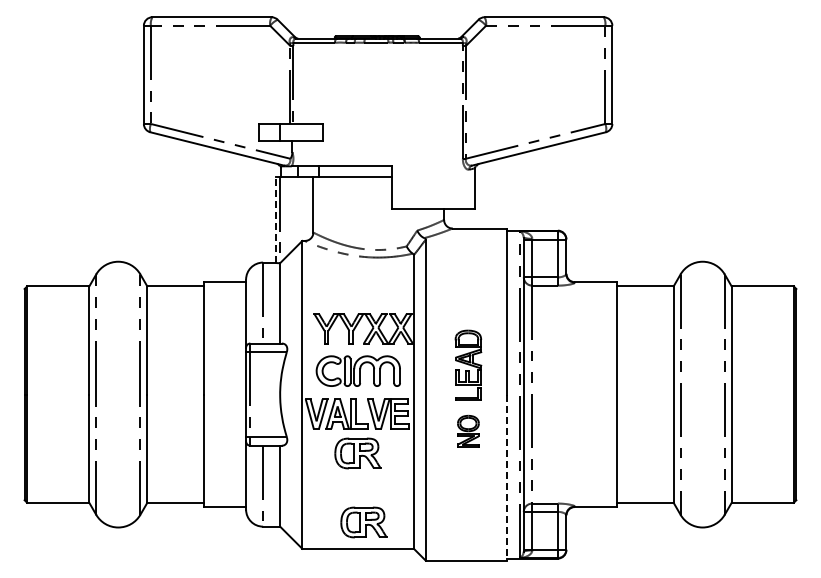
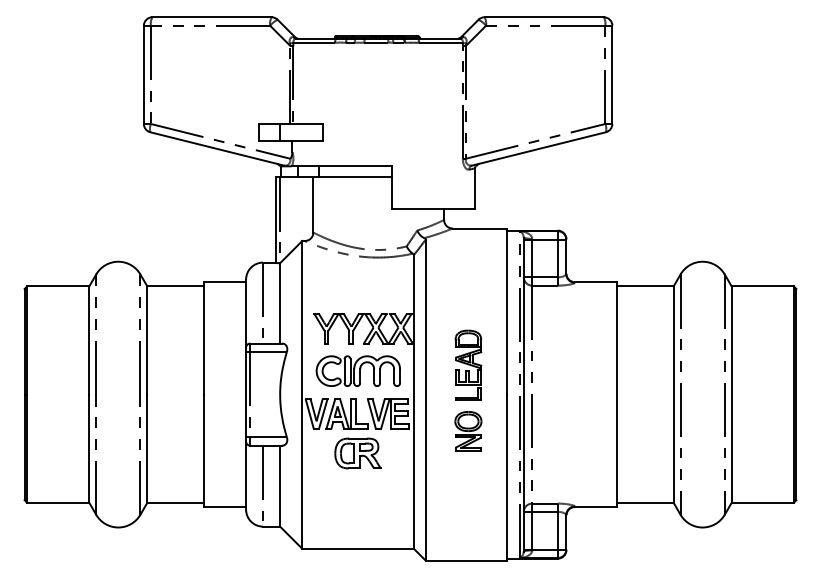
line at (275, 220): dashed -> solid
part at (468, 430) size: 23x34 px -> 29x41 px
line at (506, 478): dashed -> solid
part at (363, 522): present -> none
